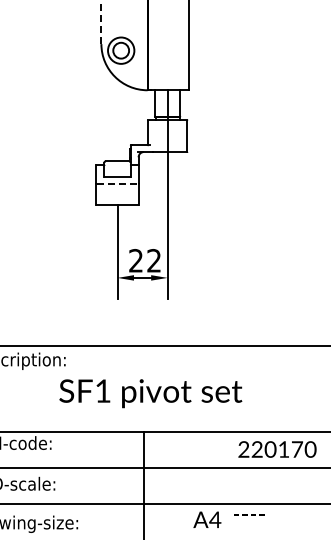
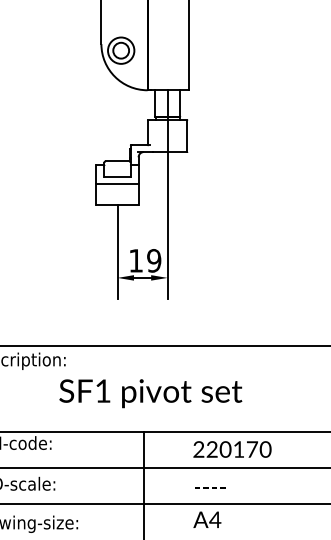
line at (101, 22): dashed -> solid
line at (117, 183): dashed -> solid
text at (145, 260): 22 -> 19
text at (277, 449) position: (277, 449) -> (232, 449)
text at (249, 514) position: (249, 514) -> (210, 487)
